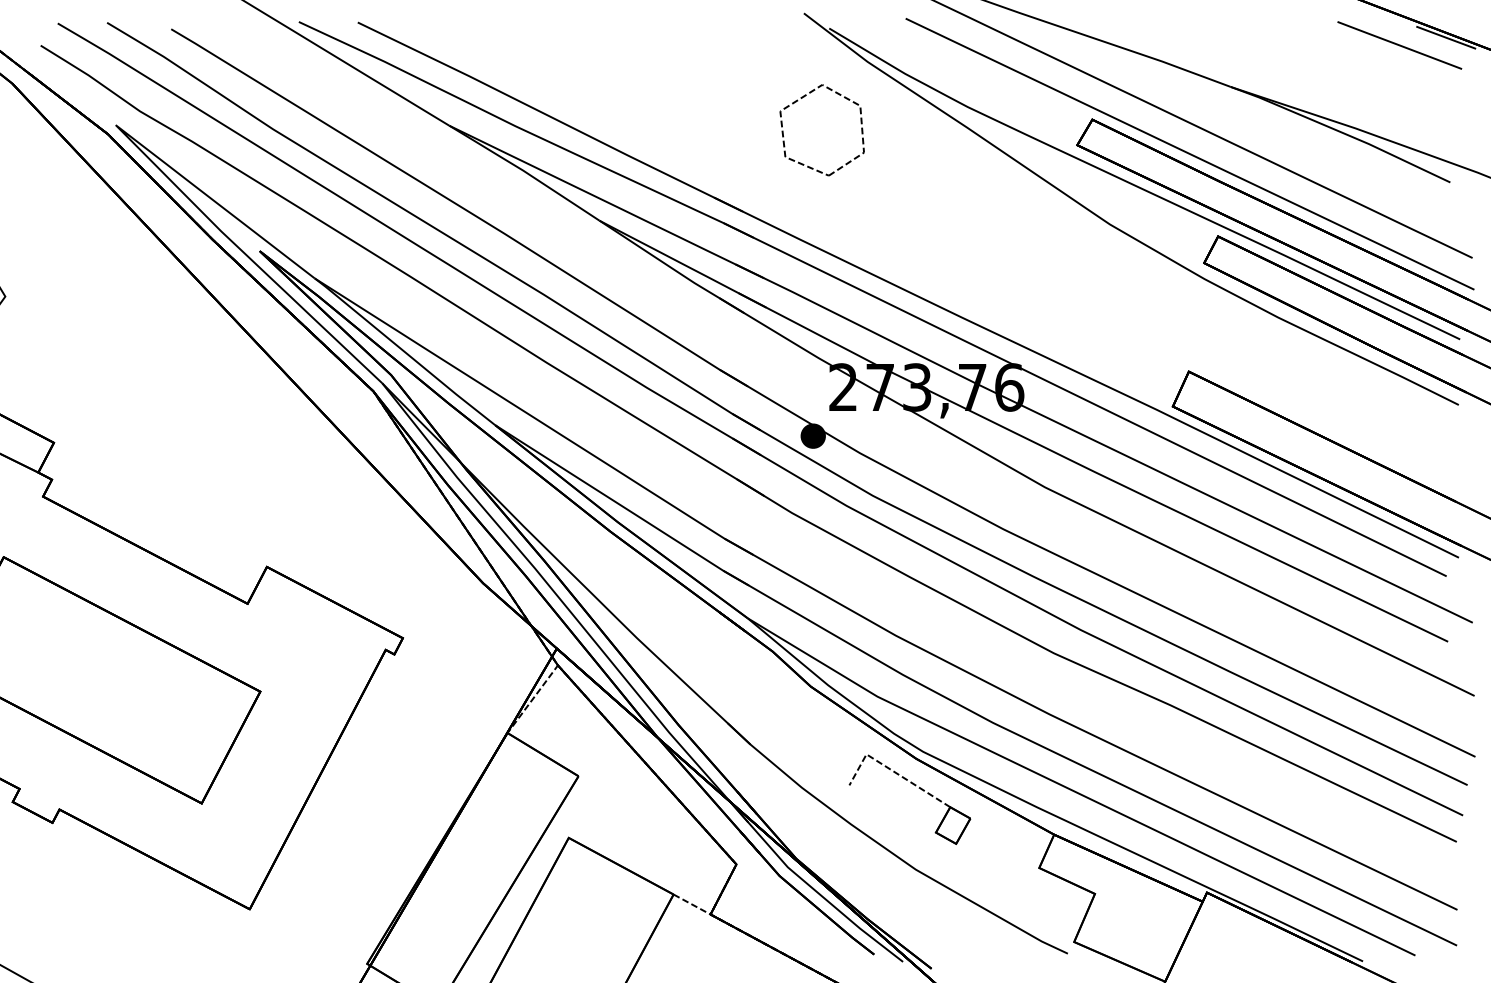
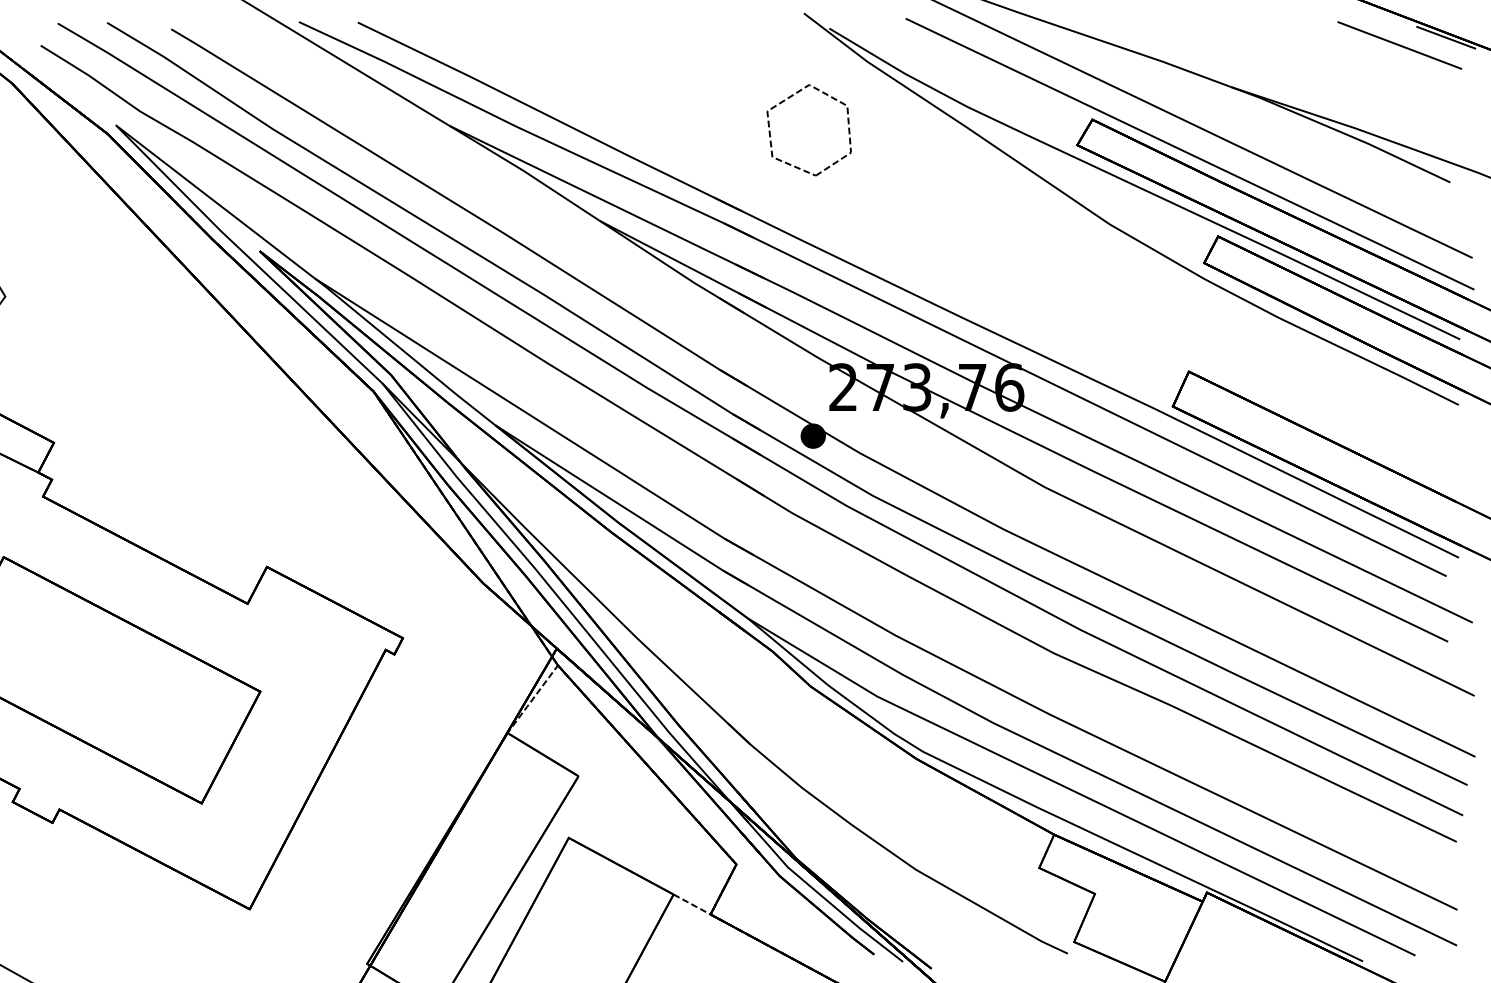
part at (804, 97) position: (804, 97) -> (791, 97)
part at (918, 788): present -> none
